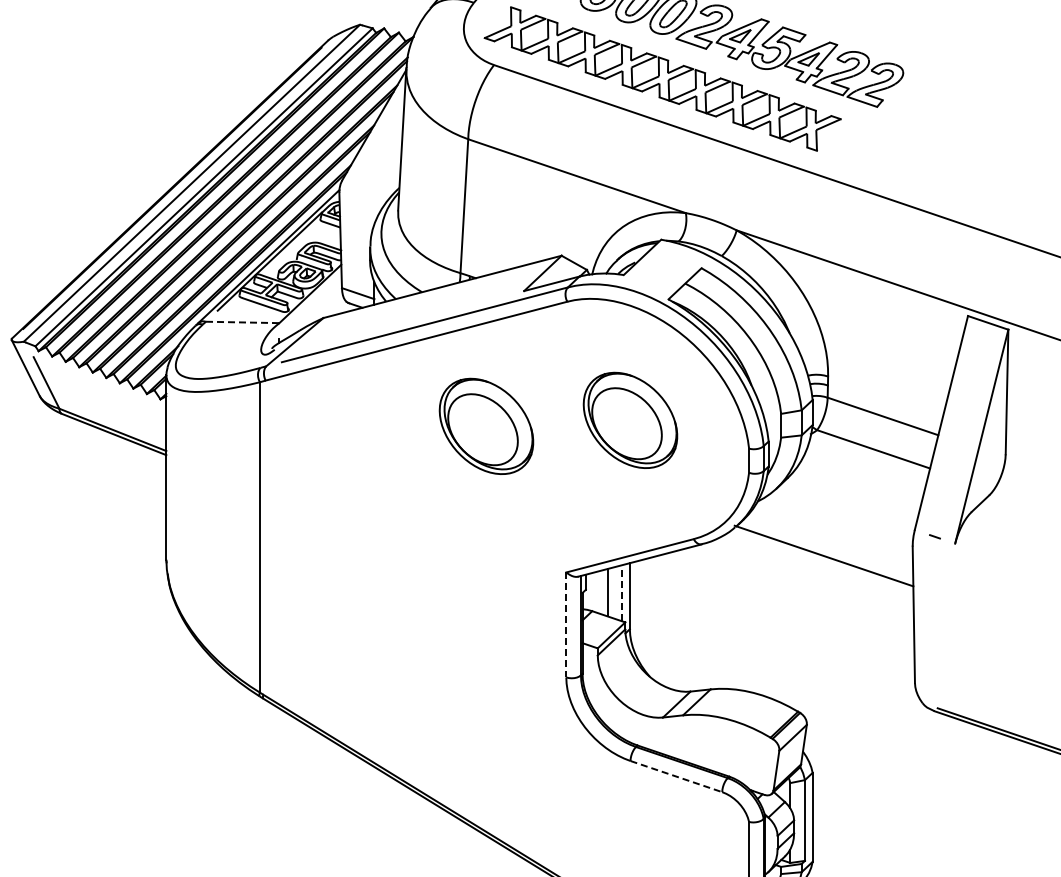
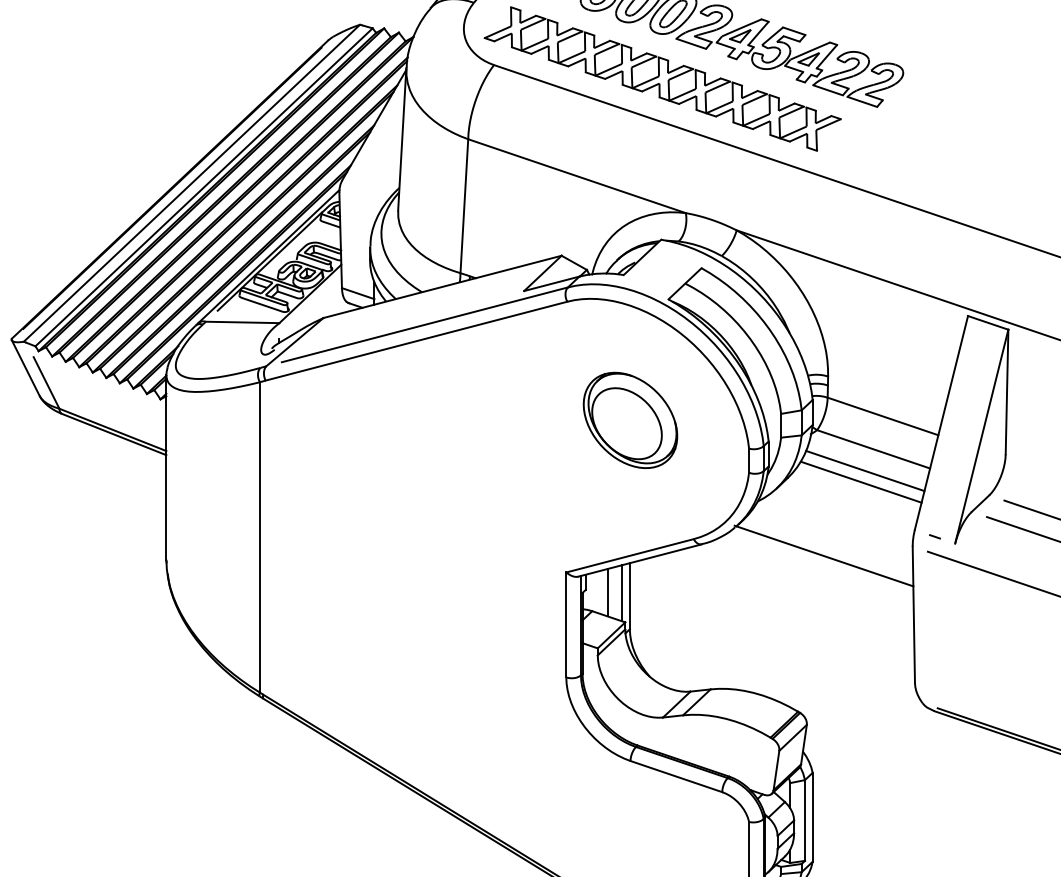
line at (242, 322): dashed -> solid
part at (486, 425): present -> none
line at (865, 470): none -> present
line at (860, 481): none -> present
line at (1030, 509): none -> present
line at (1022, 528): none -> present
line at (992, 573): none -> present
line at (622, 592): dashed -> solid
line at (566, 625): dashed -> solid
line at (676, 776): dashed -> solid
